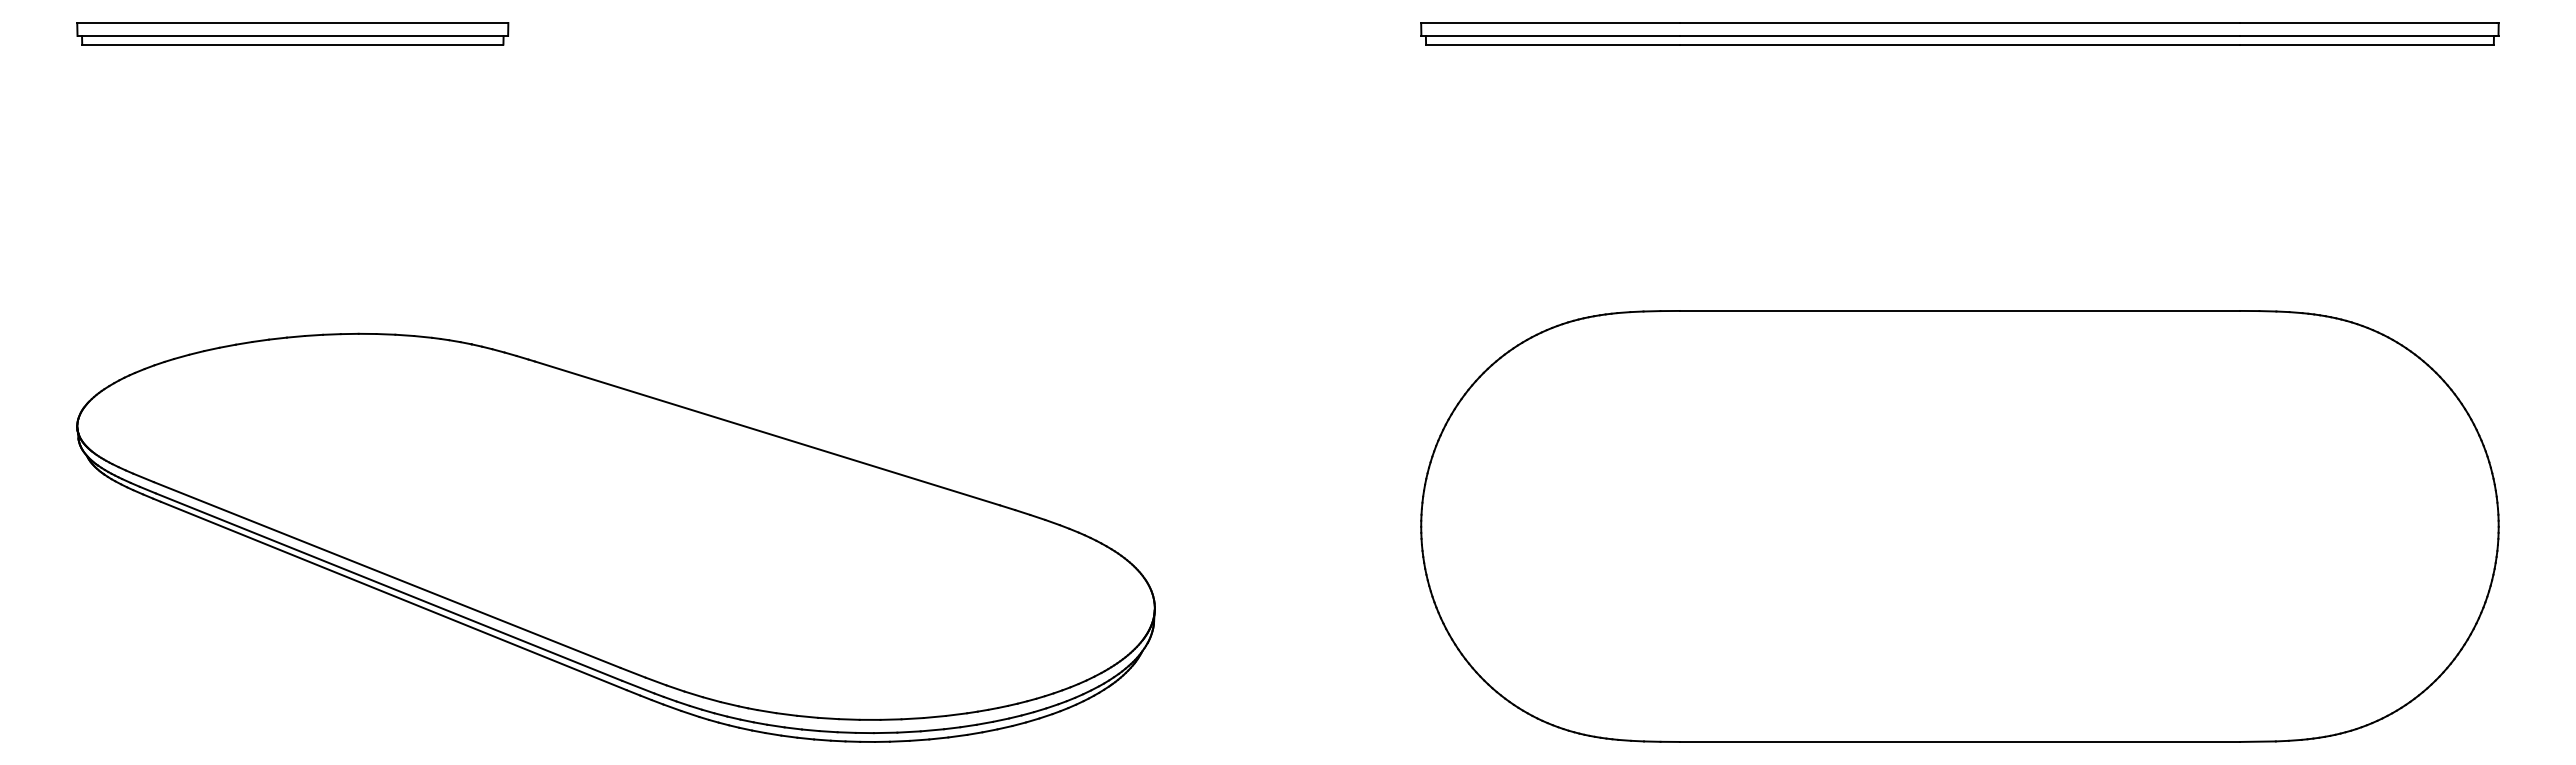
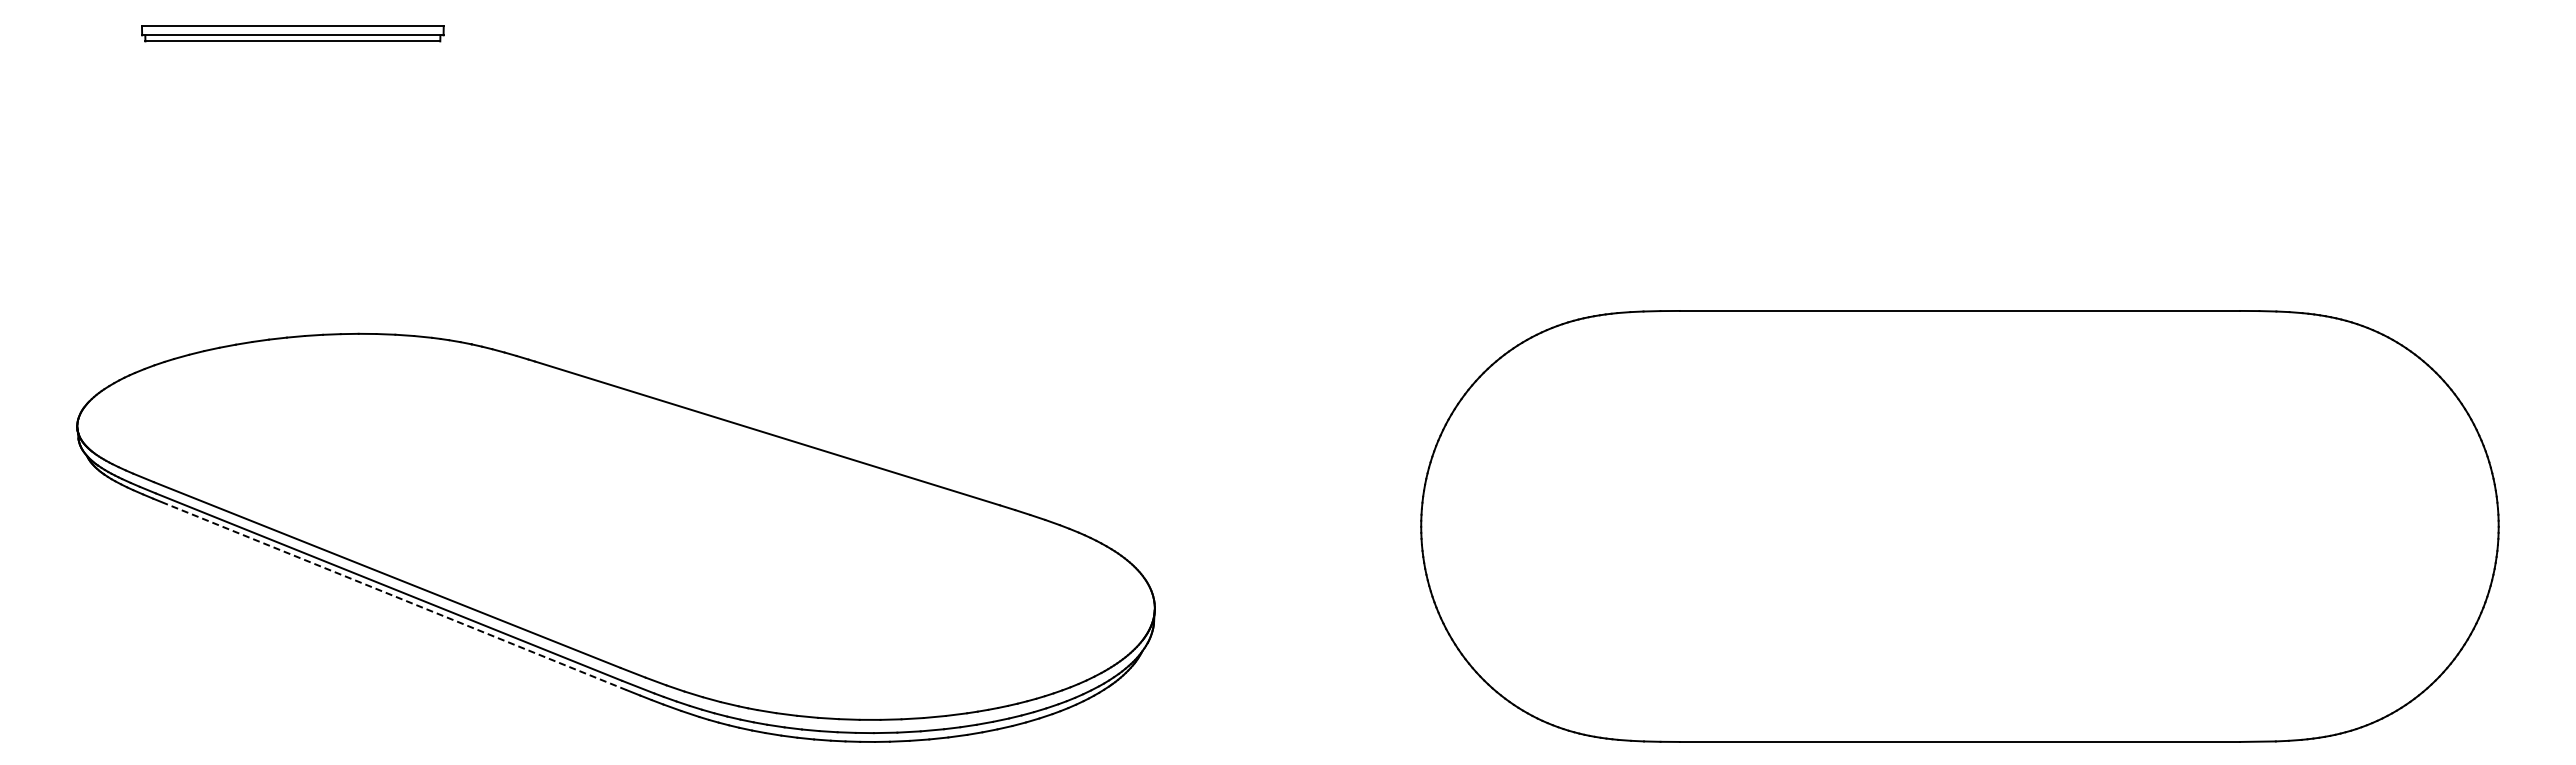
part at (292, 33) size: 434x24 px -> 304x18 px
part at (1959, 33): present -> none
line at (393, 595): solid -> dashed
